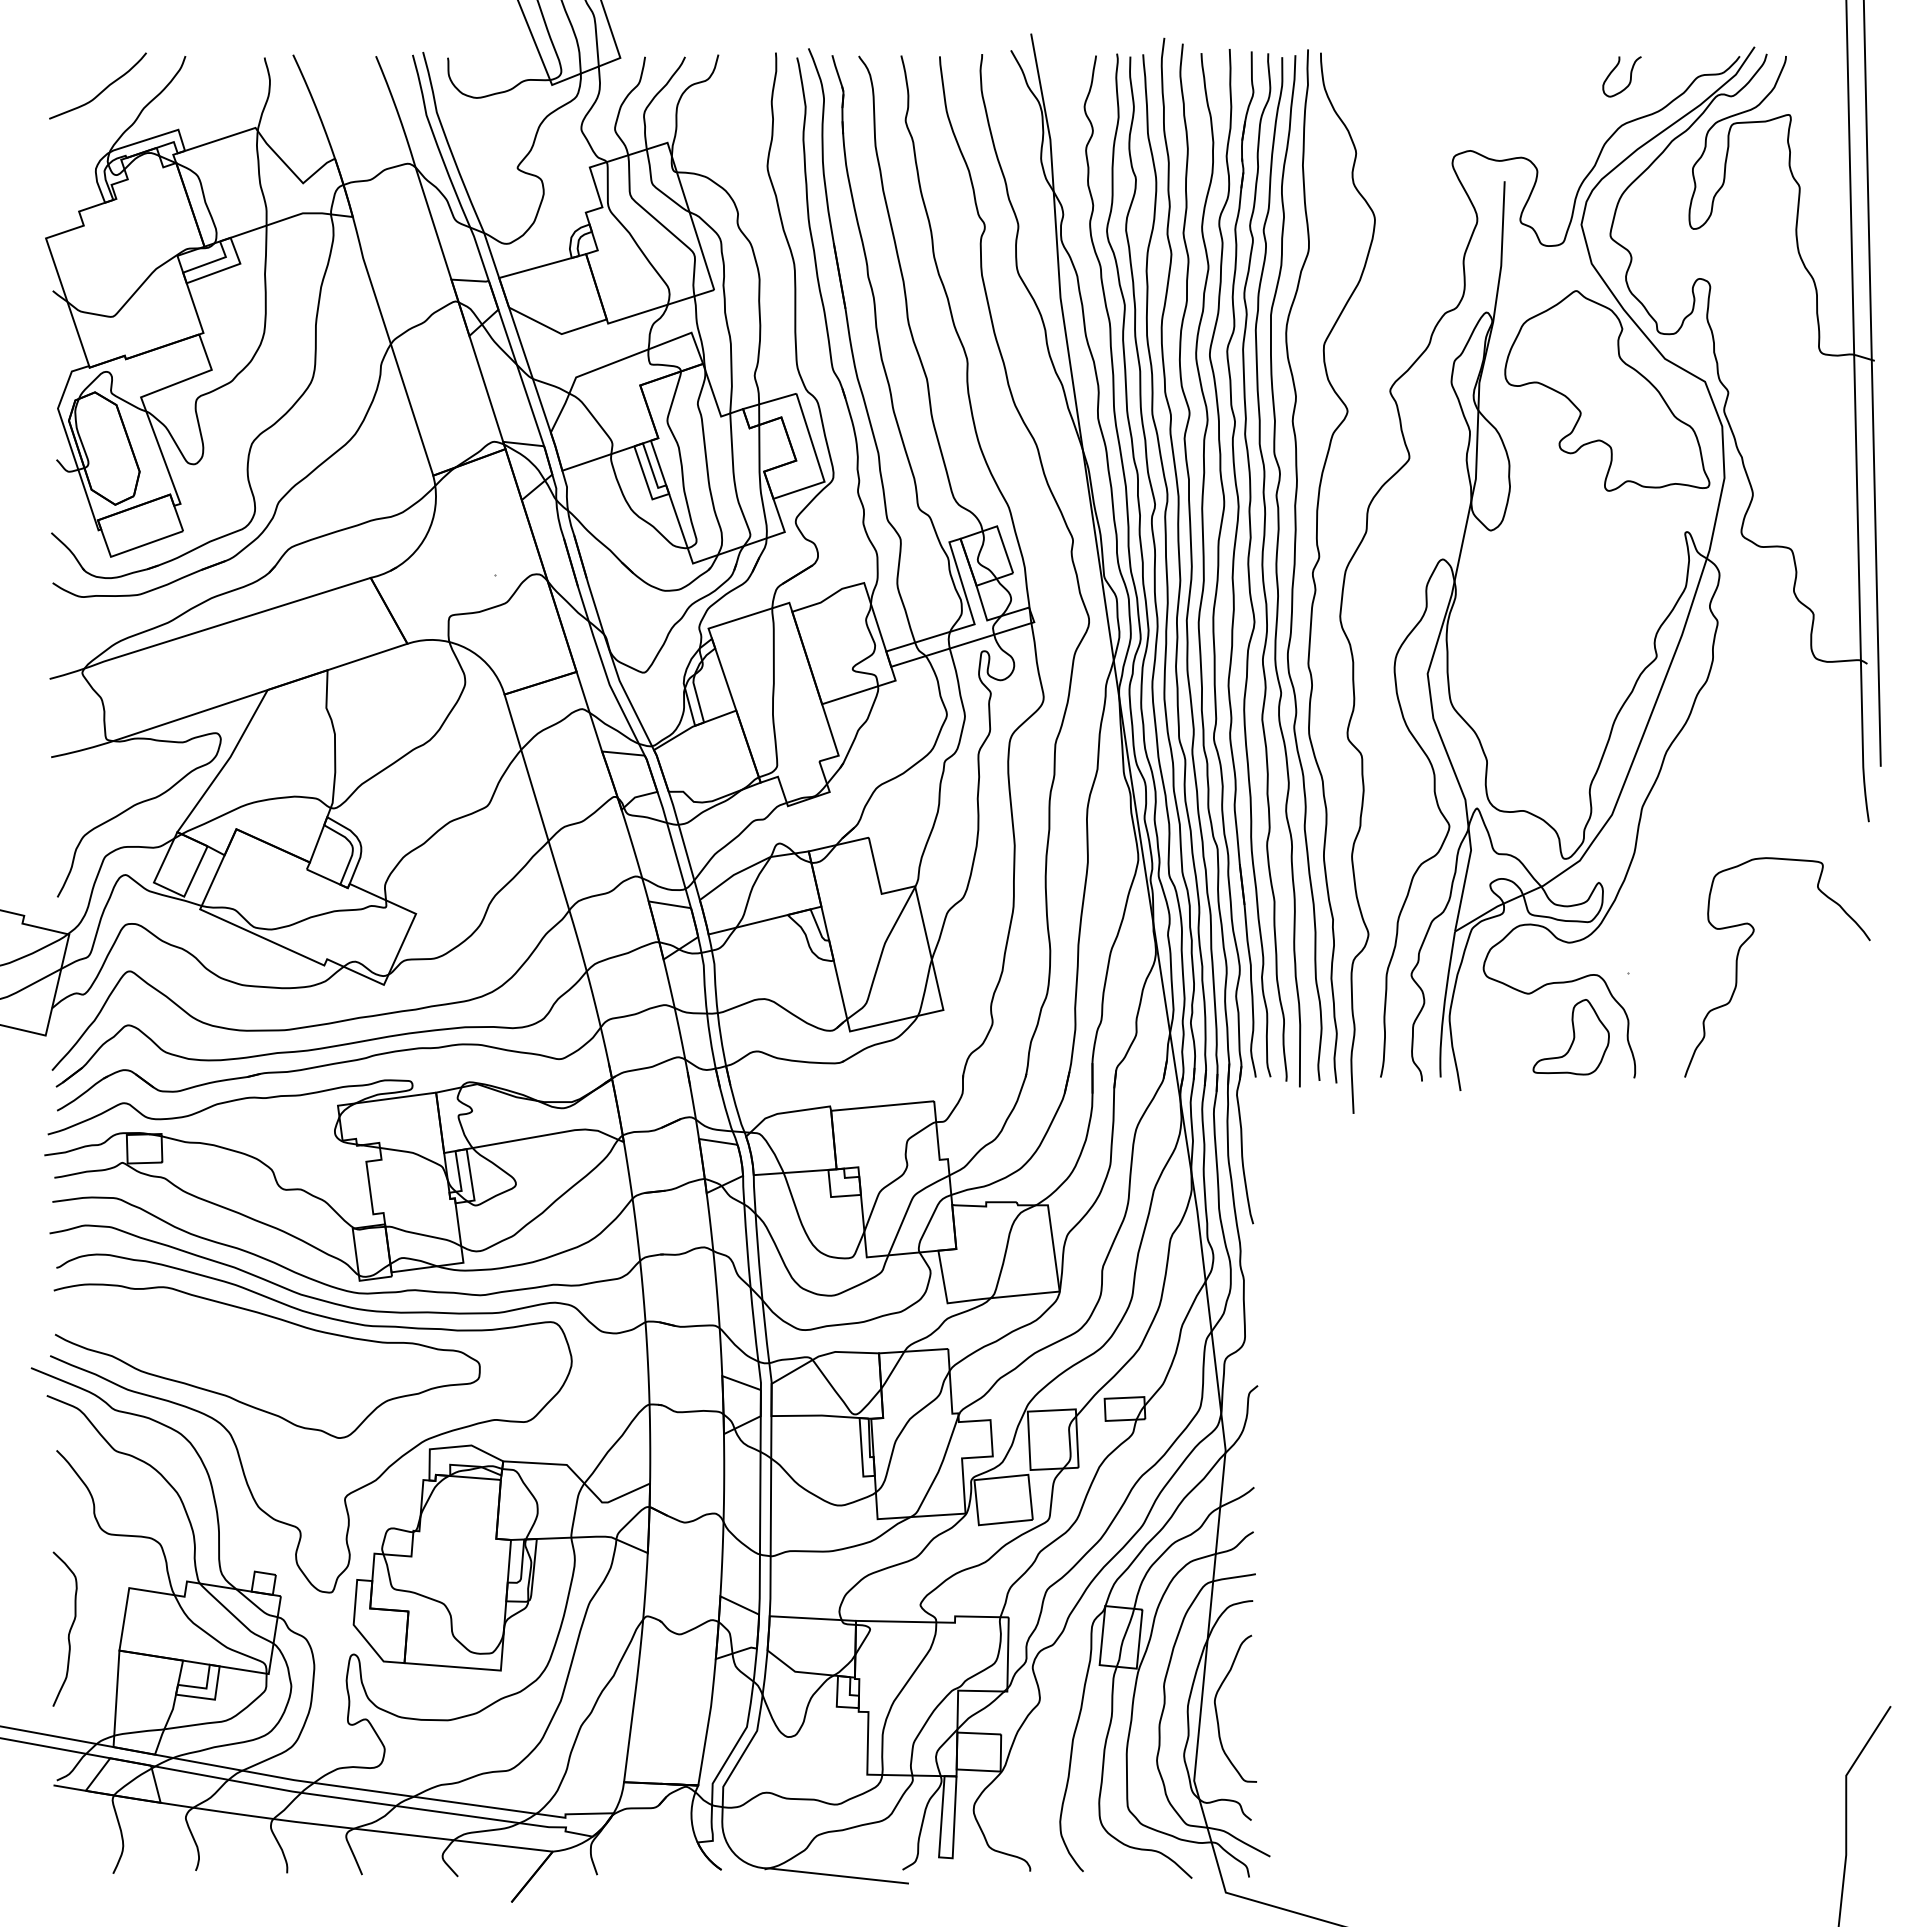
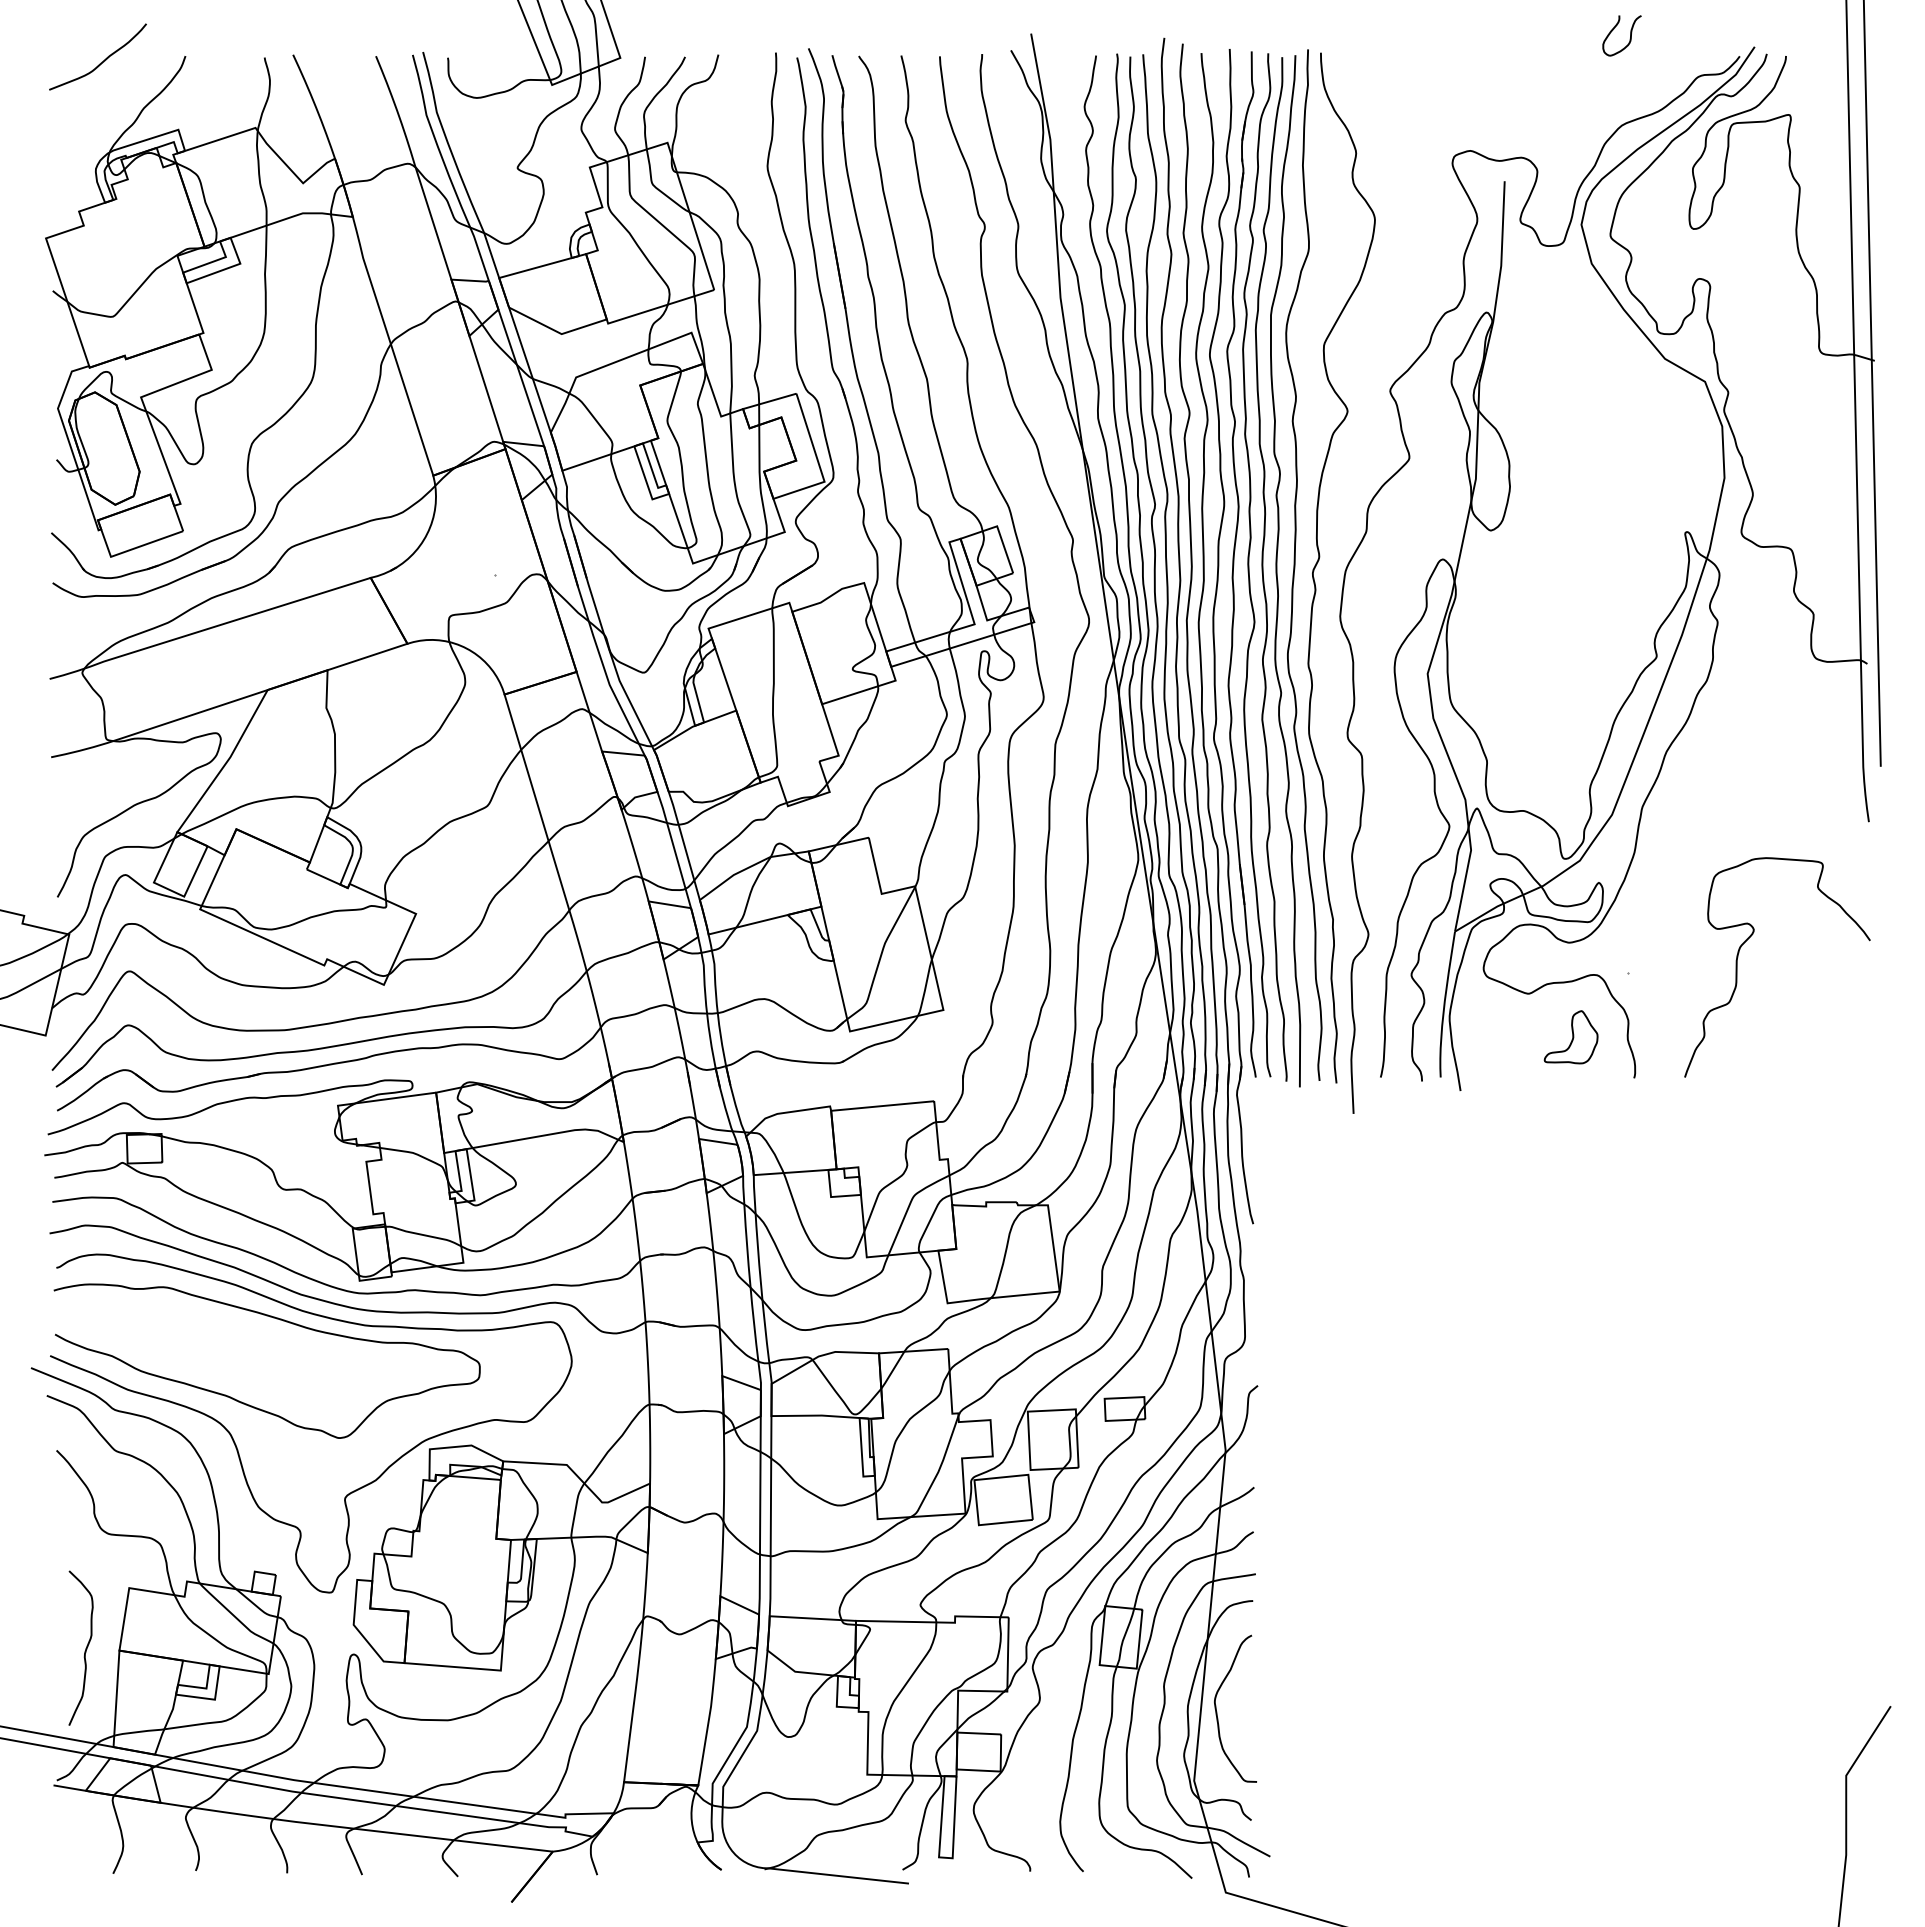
curve at (1629, 80) position: (1629, 80) -> (1629, 39)
curve at (100, 91) position: (100, 91) -> (100, 62)
part at (1607, 390): present -> none
part at (1570, 1037) size: 78x77 px -> 56x55 px
curve at (69, 1629) position: (69, 1629) -> (85, 1648)
